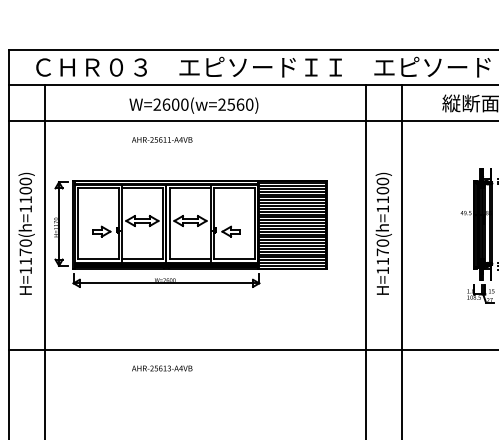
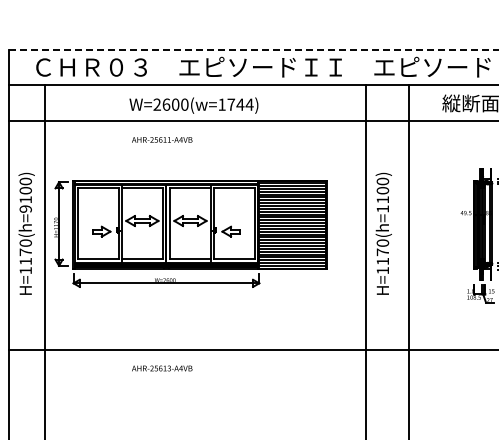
line at (254, 49): solid -> dashed
text at (235, 104): W=2600(w=2560) -> W=2600(w=1744)
text at (25, 208): H=1170(h=1100) -> H=1170(h=9100)
line at (401, 260) position: (401, 260) -> (408, 260)
